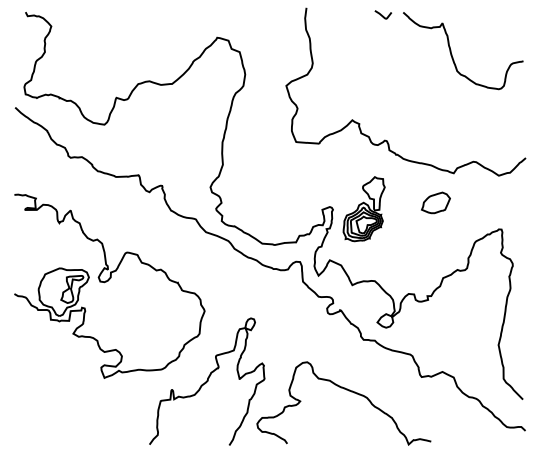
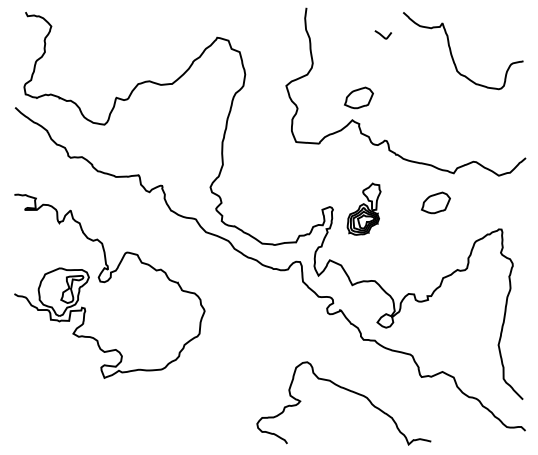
curve at (382, 14) position: (382, 14) -> (382, 34)
part at (358, 97): none -> present
part at (363, 209) size: 44x67 px -> 36x54 px
curve at (207, 381): present -> none
